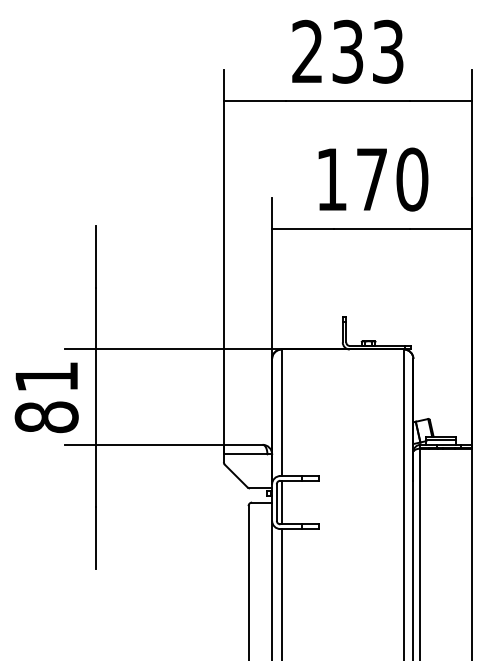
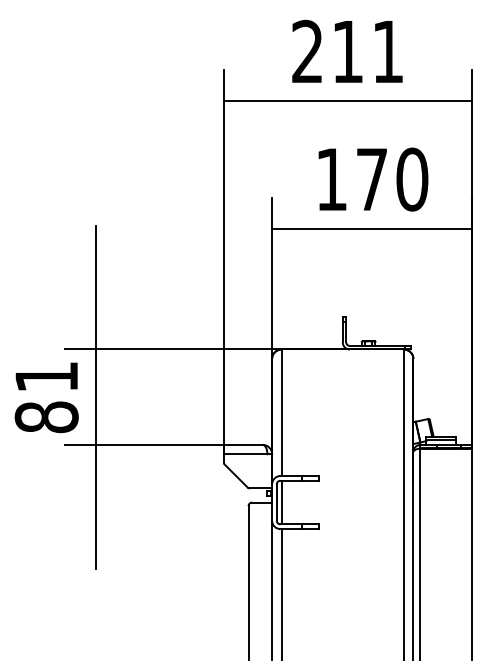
text at (367, 51): 233 -> 211
